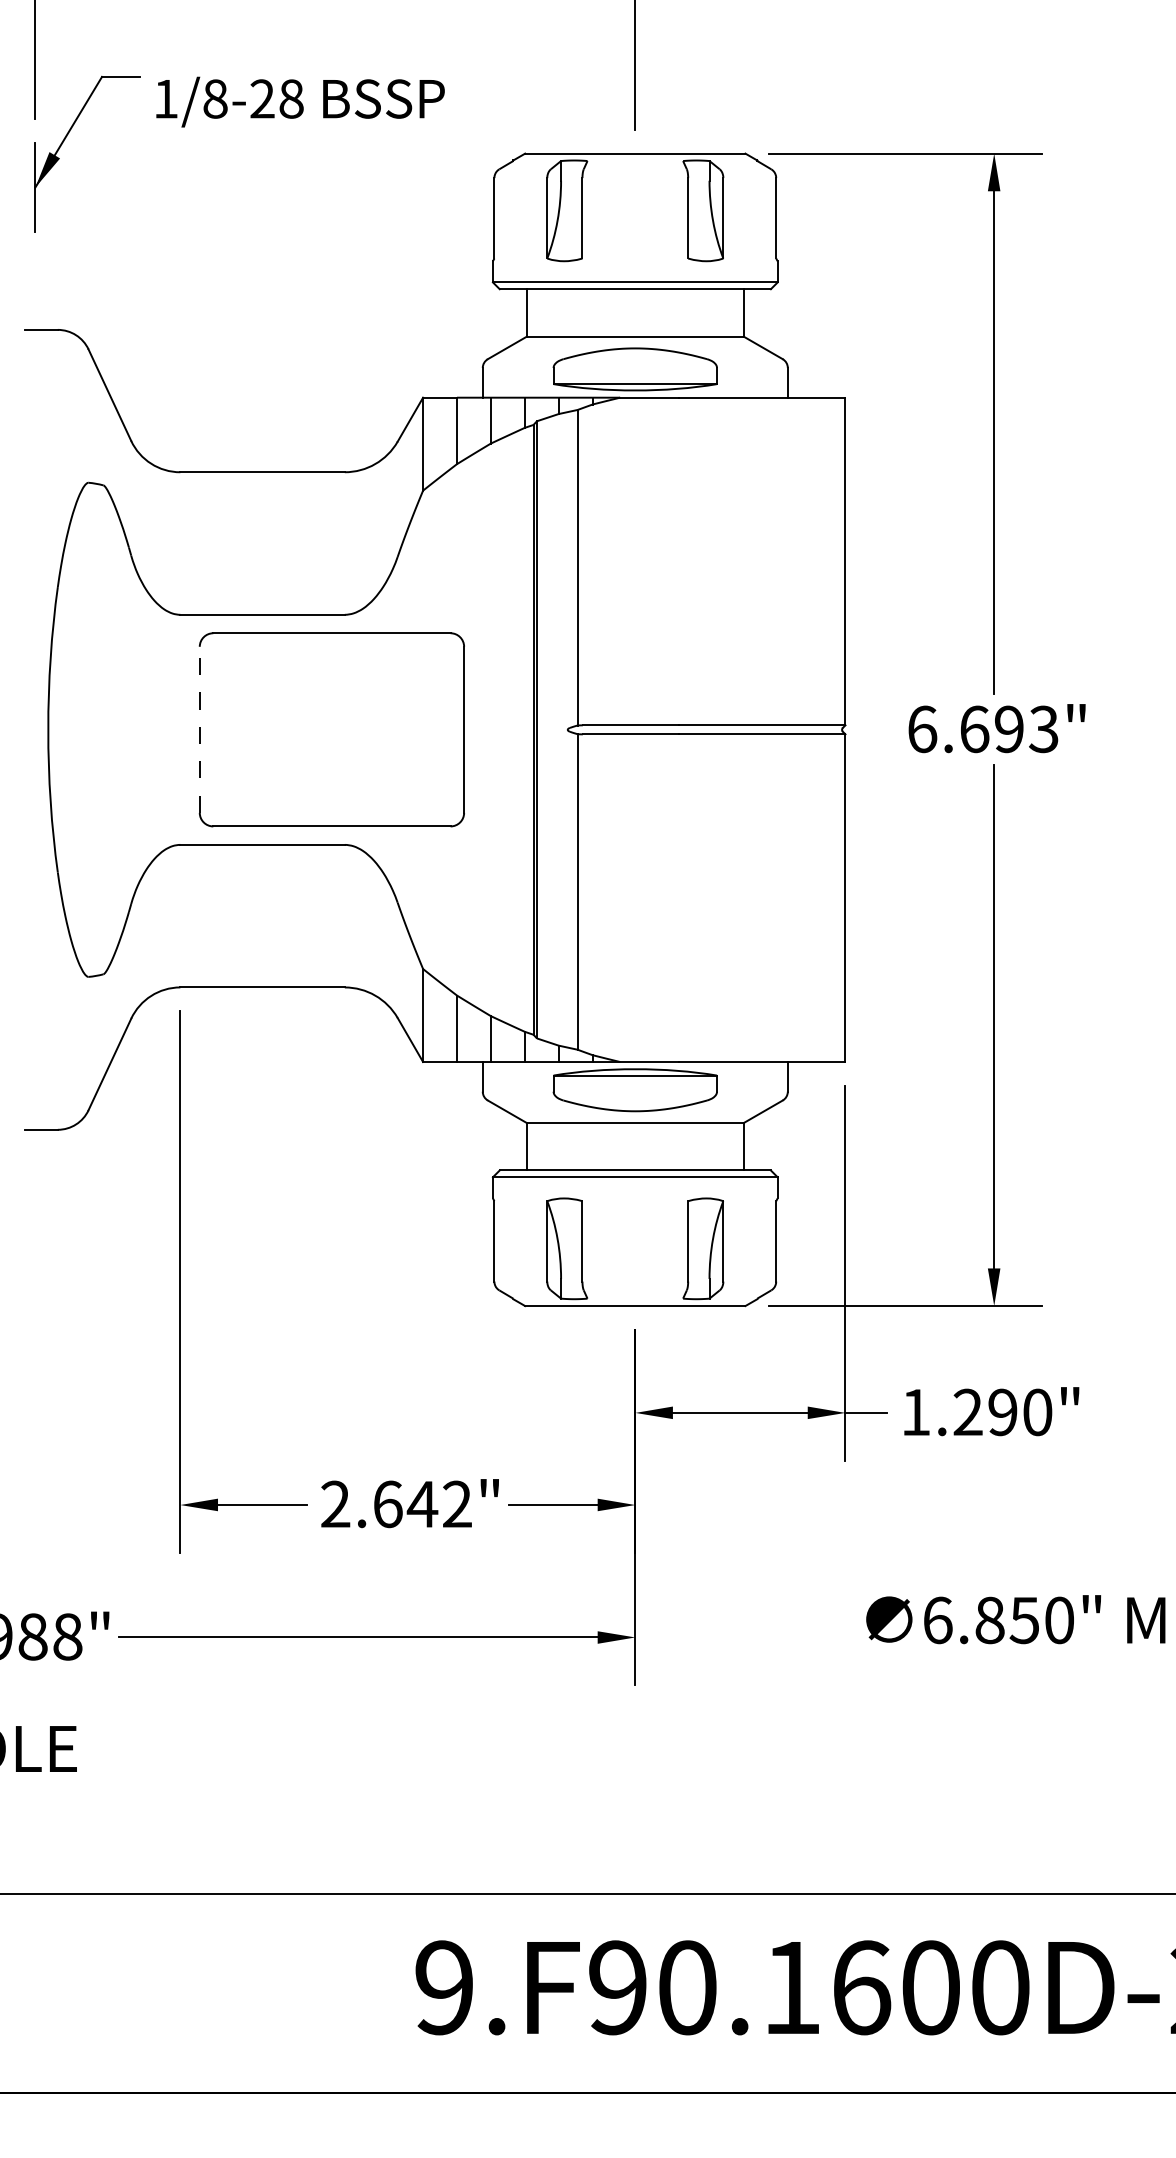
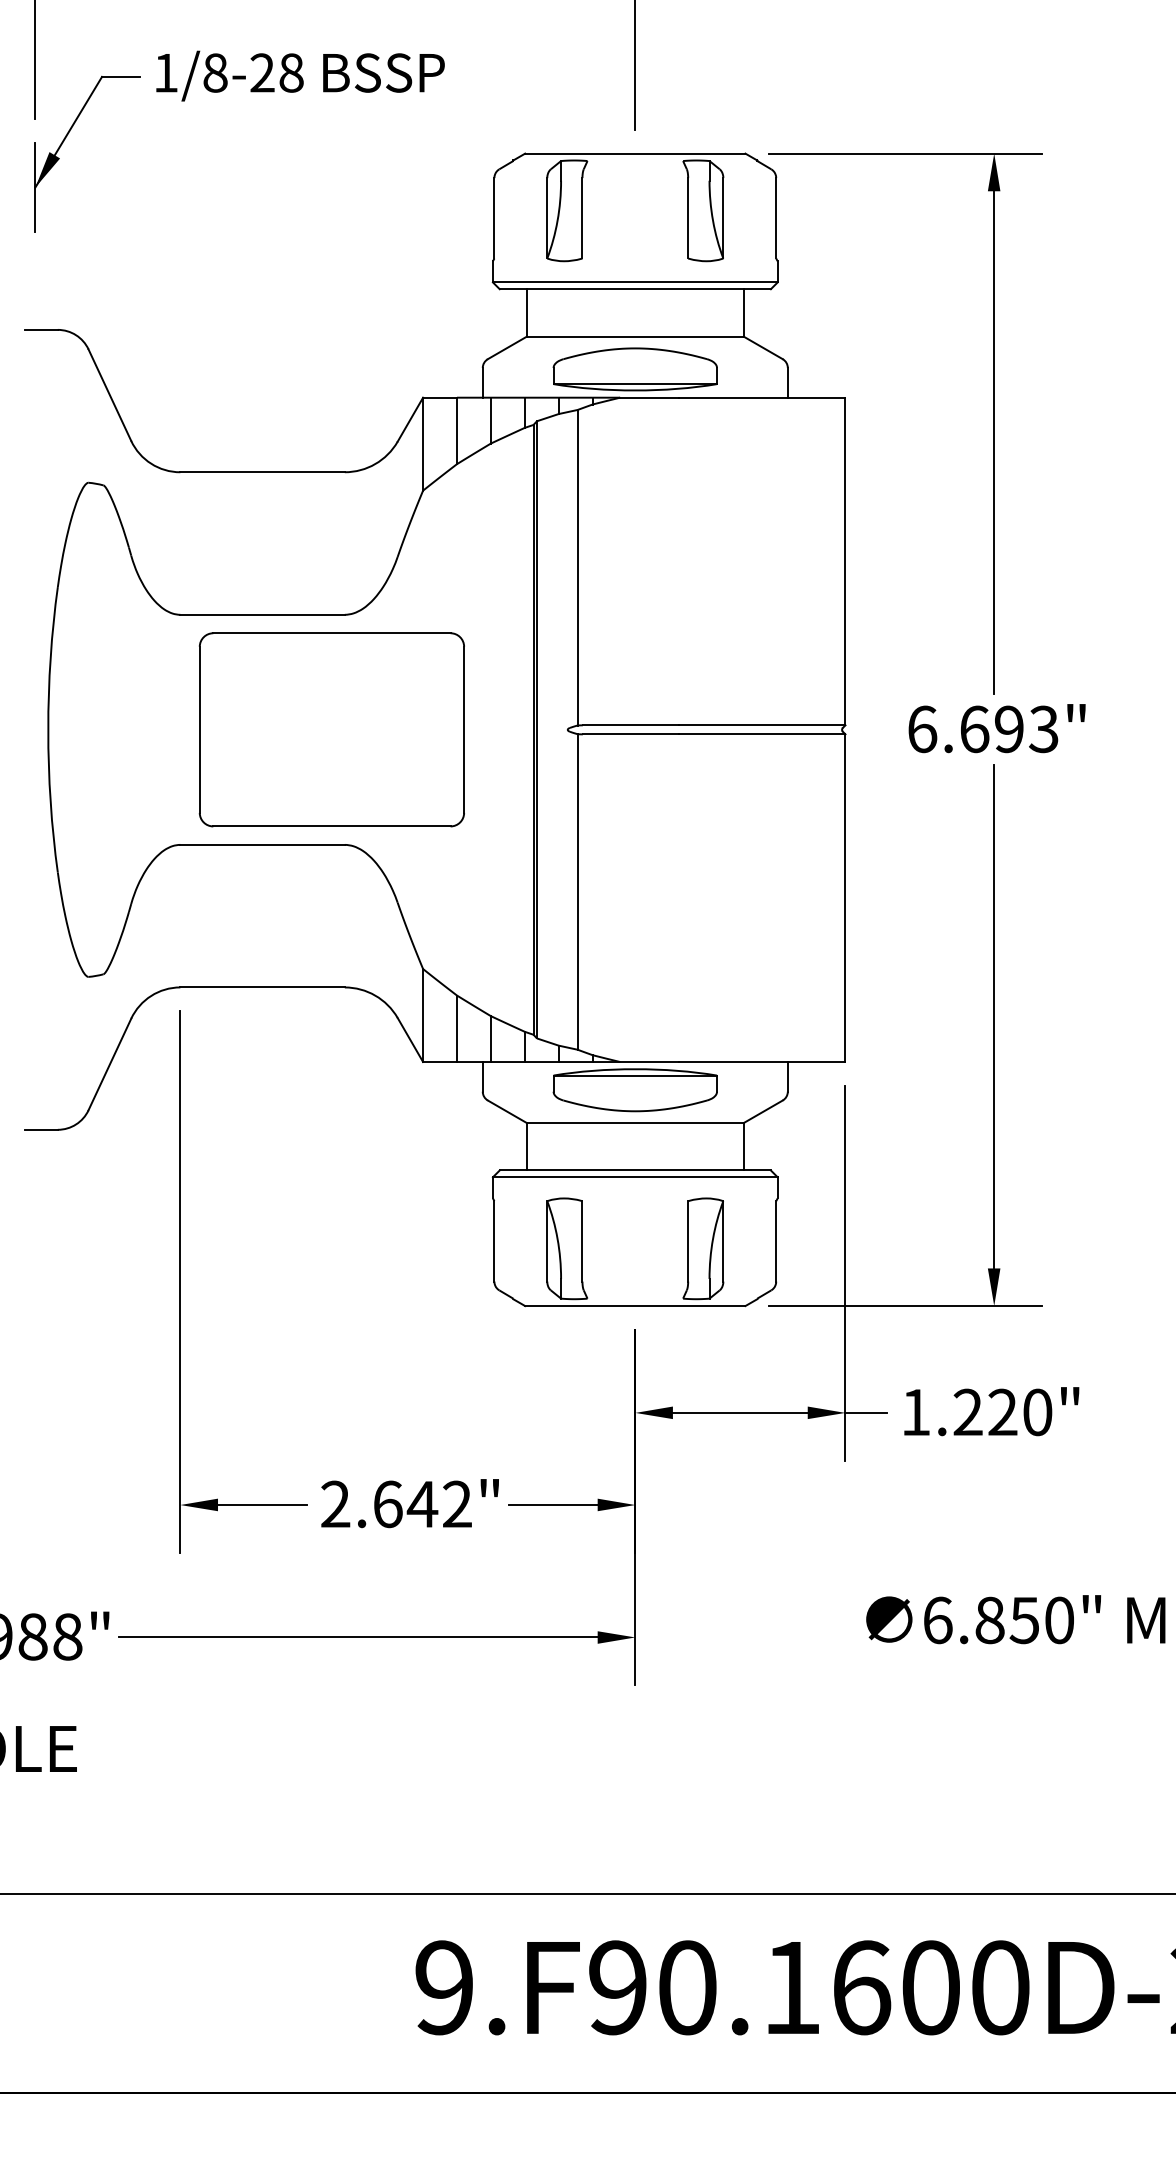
text at (300, 101) position: (300, 101) -> (300, 75)
line at (199, 729): dashed -> solid
text at (1002, 1412): 1.290" -> 1.220"
